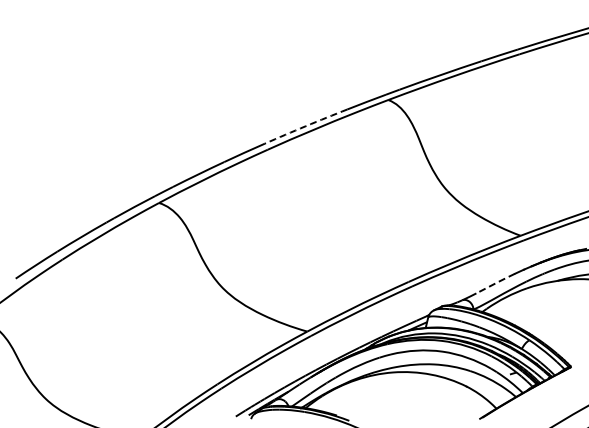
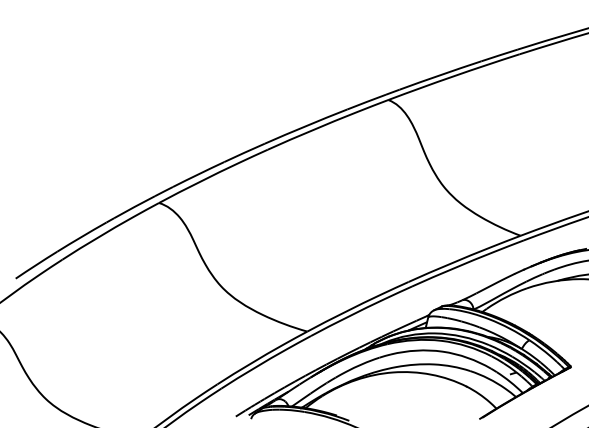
arc at (305, 126): dashed -> solid
line at (496, 282): dashed -> solid
